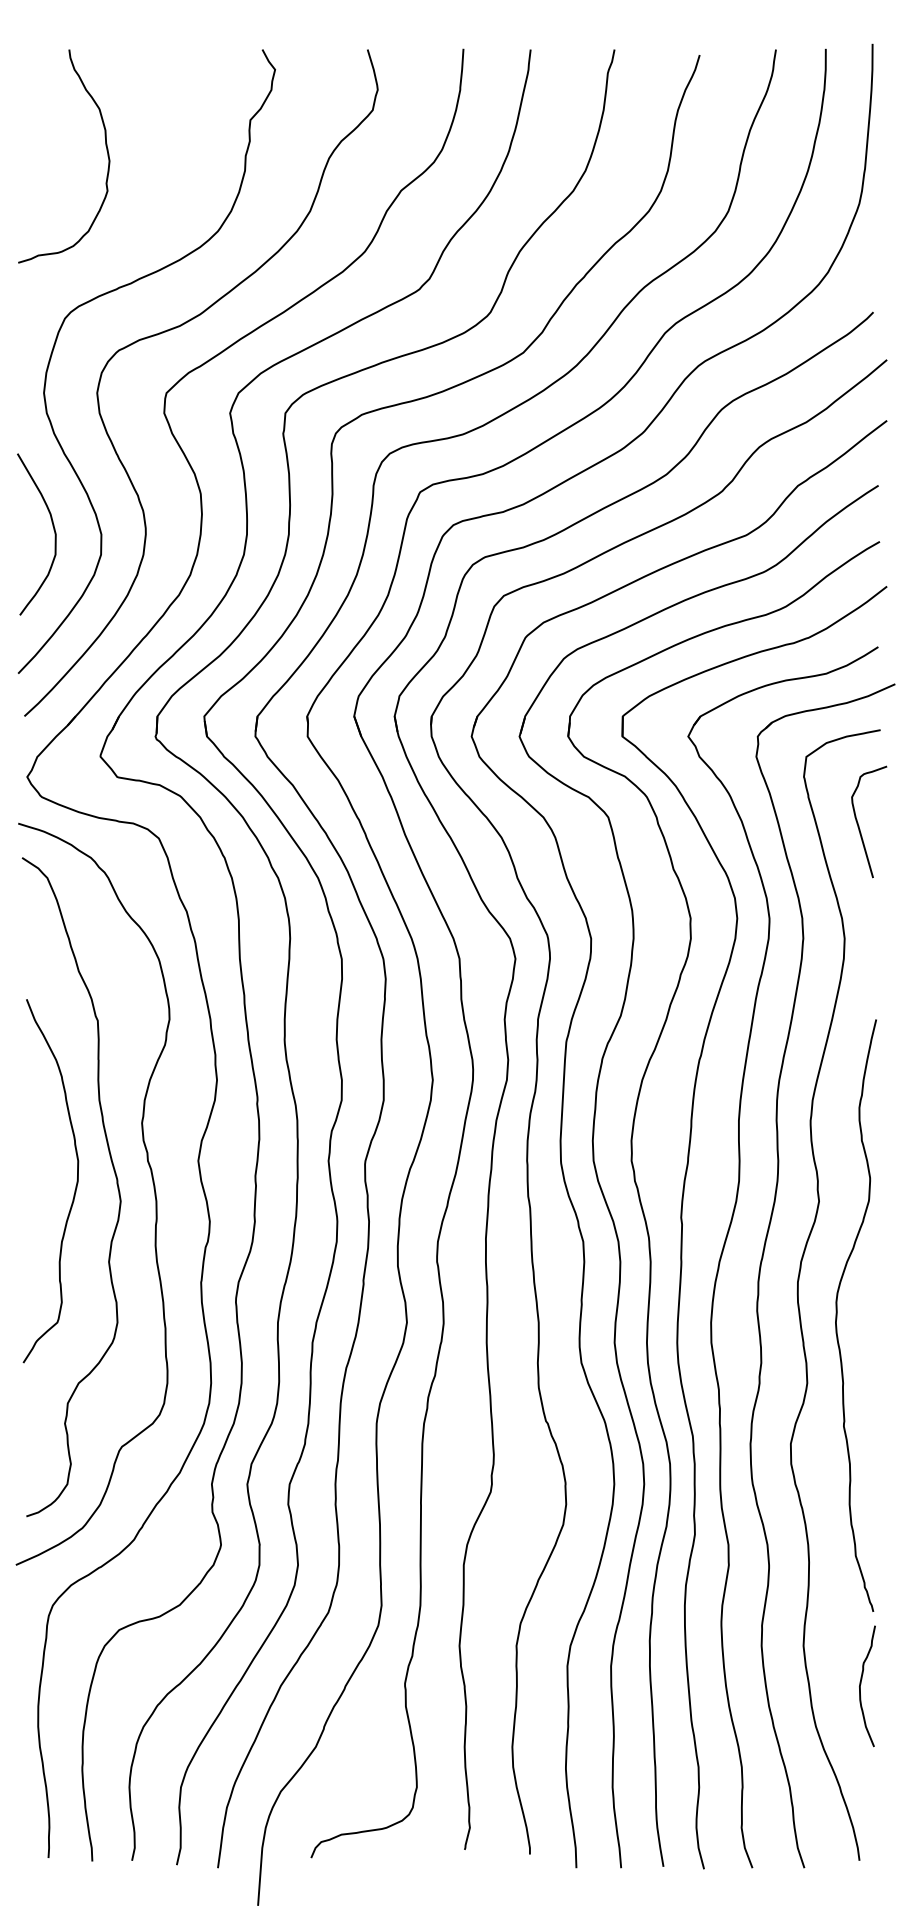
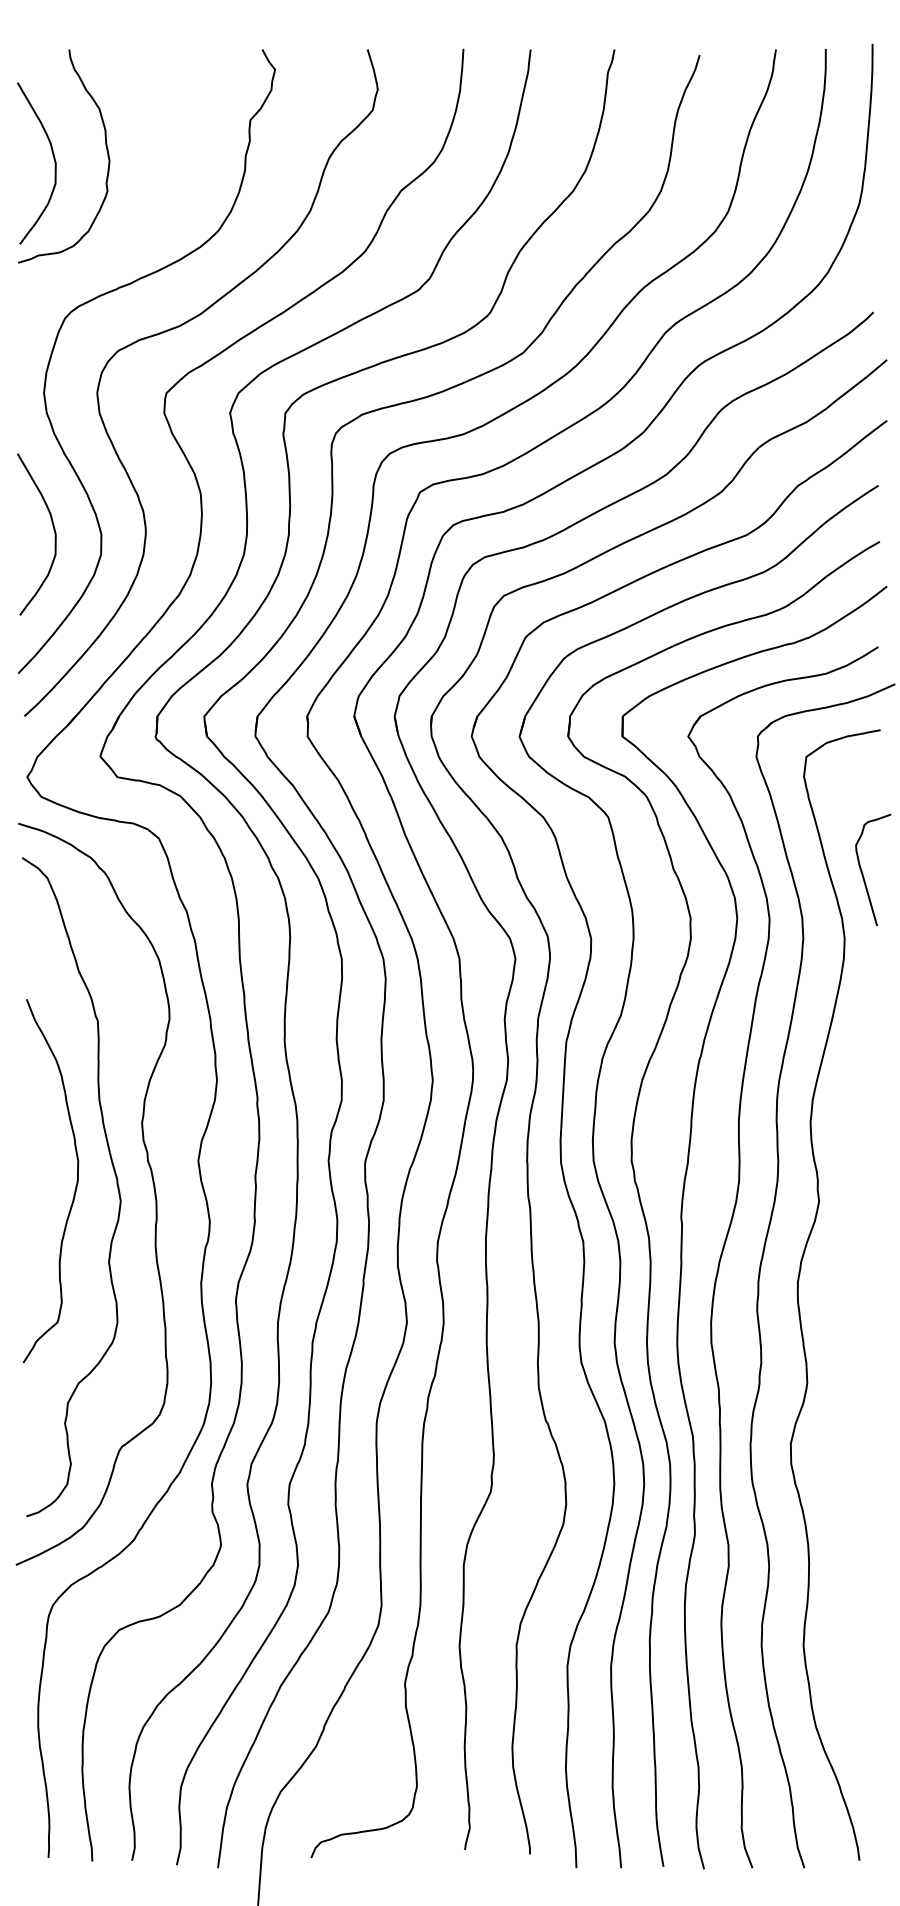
curve at (53, 159): none -> present
curve at (859, 825) position: (859, 825) -> (863, 873)
curve at (837, 1315): present -> none
curve at (861, 1684): present -> none
